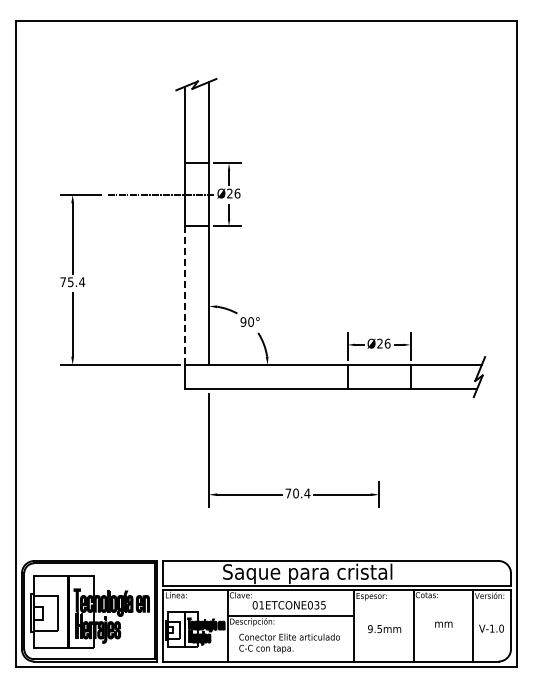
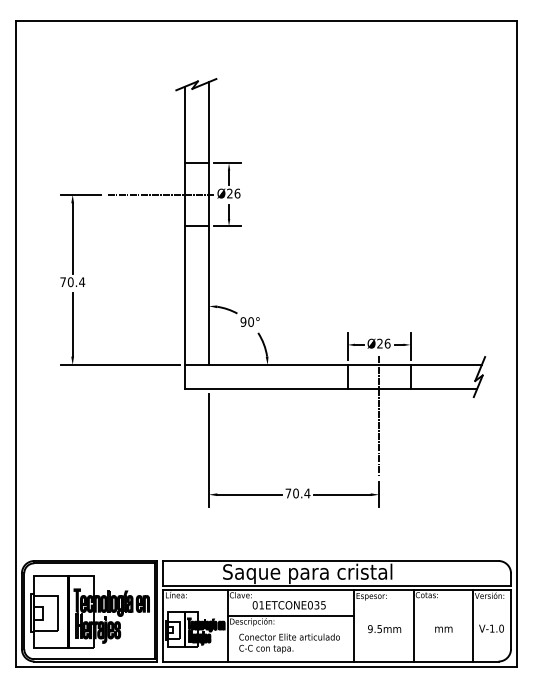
text at (70, 282): 75.4 -> 70.4
line at (184, 295): dashed -> solid
line at (379, 416): none -> present
text at (443, 624) position: (443, 624) -> (443, 629)
